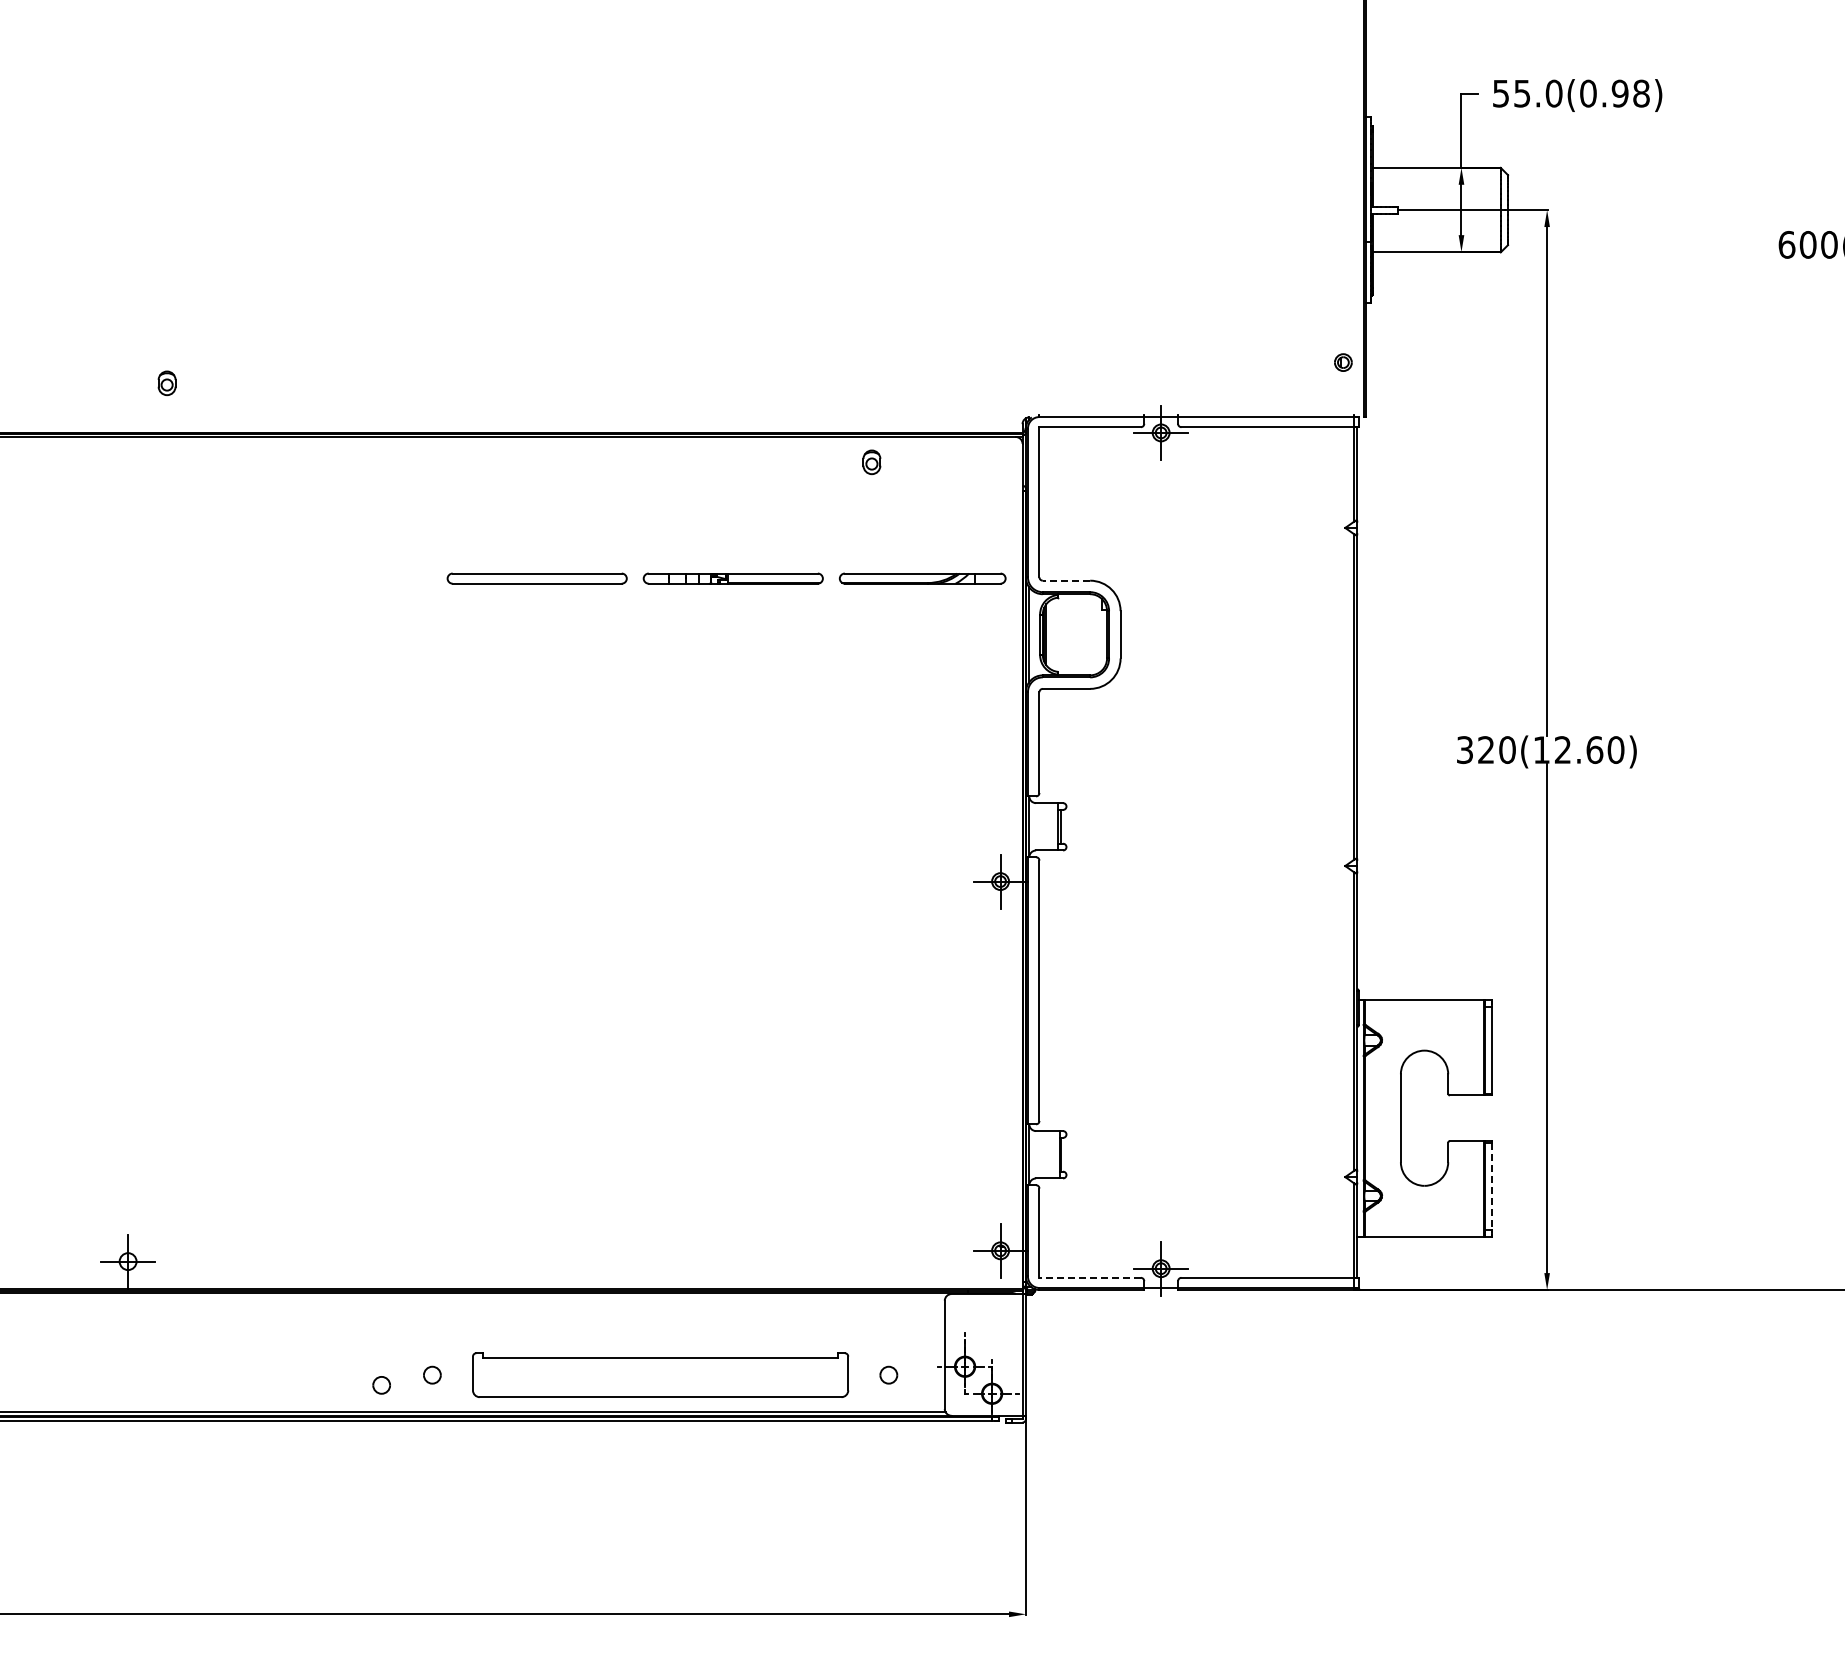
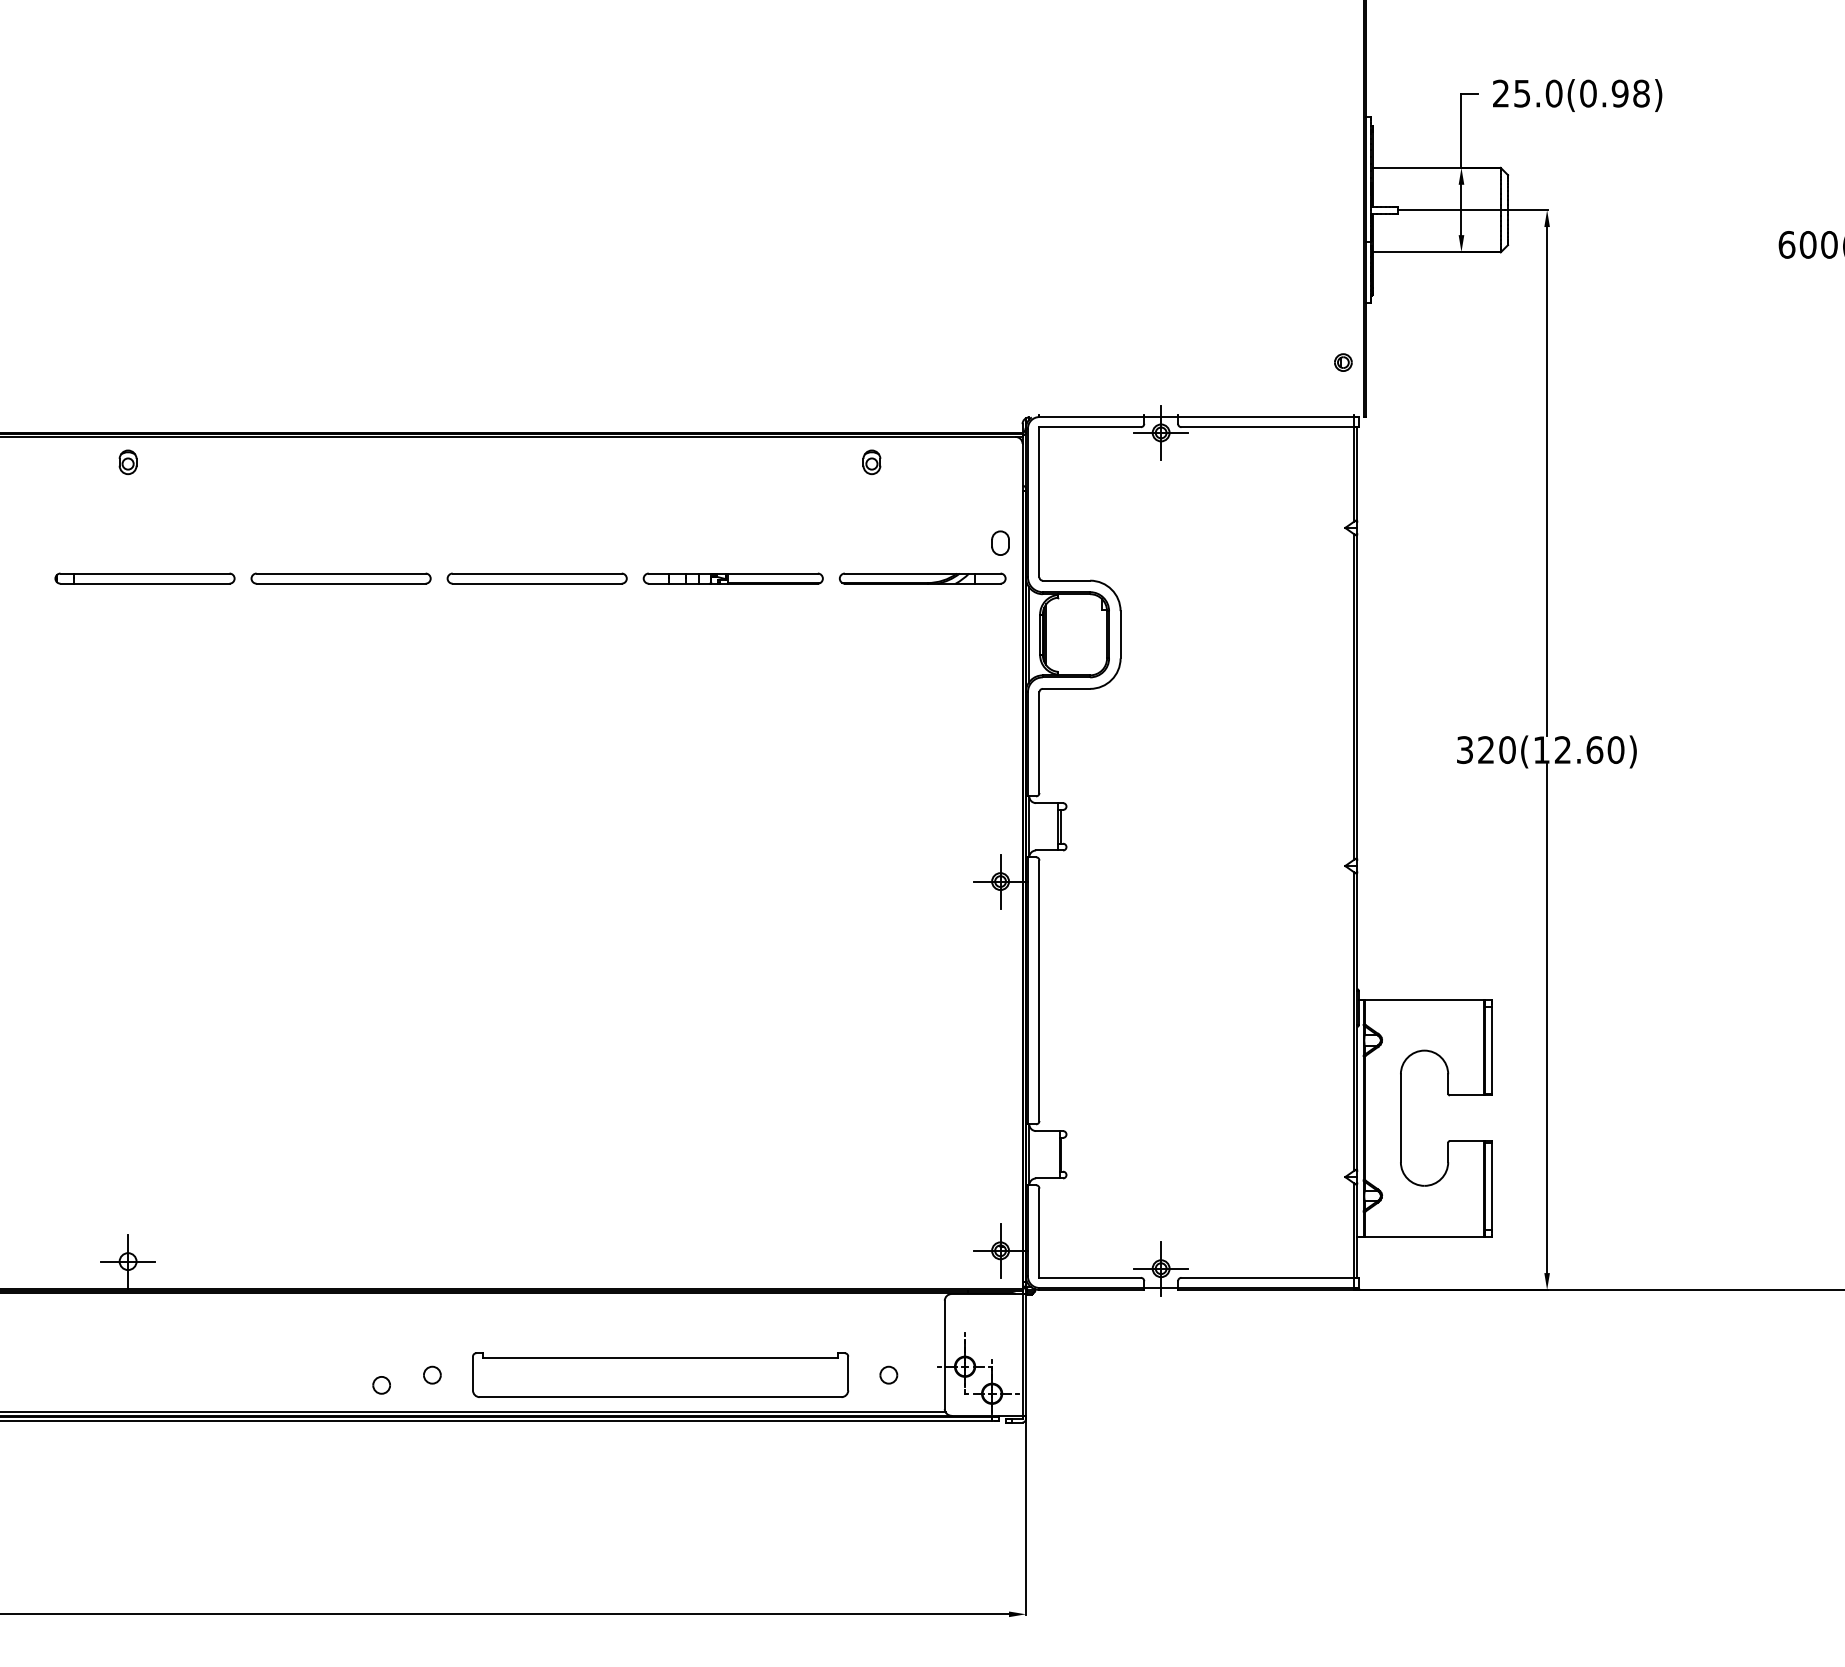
text at (1500, 93): 55.0(0.98) -> 25.0(0.98)
part at (166, 383) position: (166, 383) -> (127, 462)
part at (1000, 542): none -> present
part at (144, 578): none -> present
part at (340, 578): none -> present
line at (1066, 580): dashed -> solid
line at (1492, 1186): dashed -> solid
line at (1090, 1277): dashed -> solid
